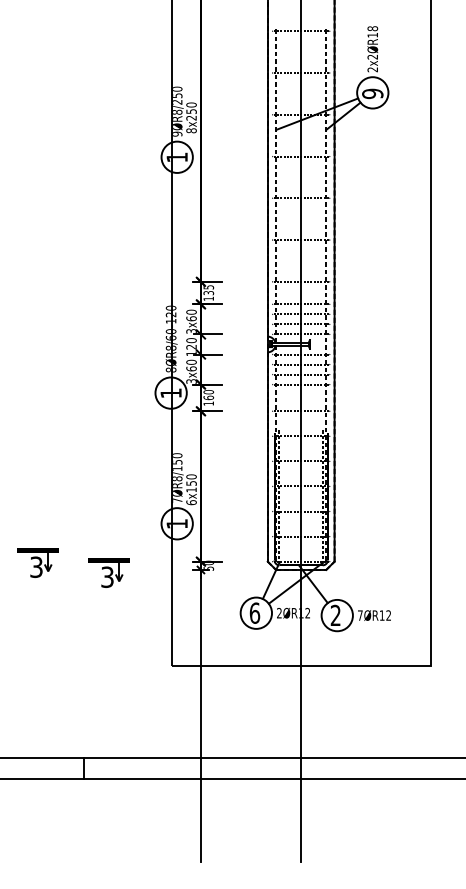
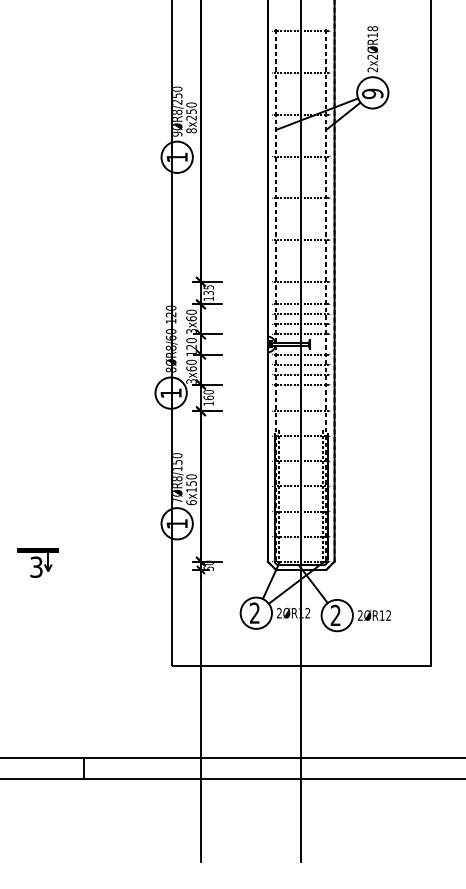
part at (108, 572): present -> none
text at (254, 612): 6 -> 2
text at (359, 615): 7ØR12 -> 2ØR12
